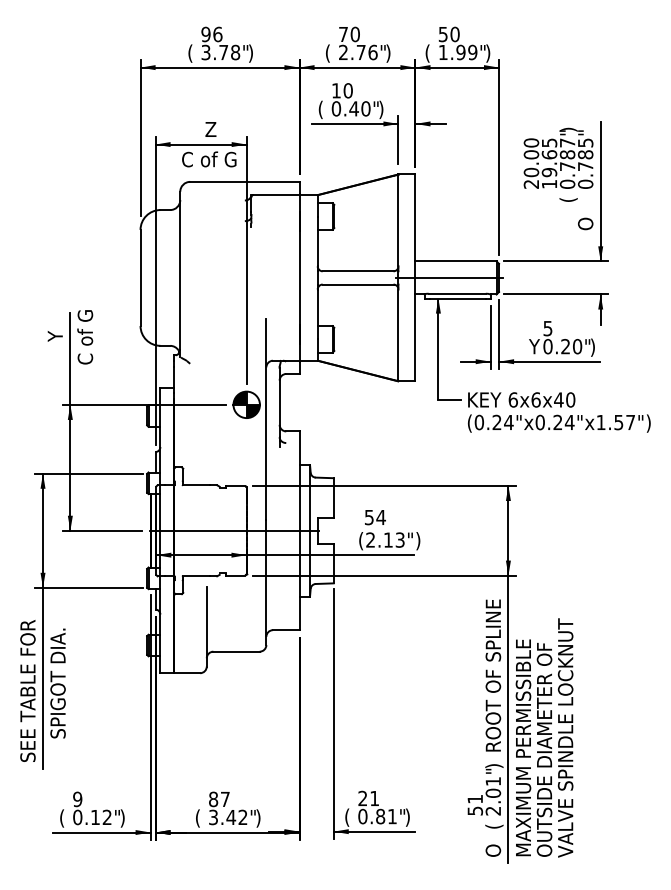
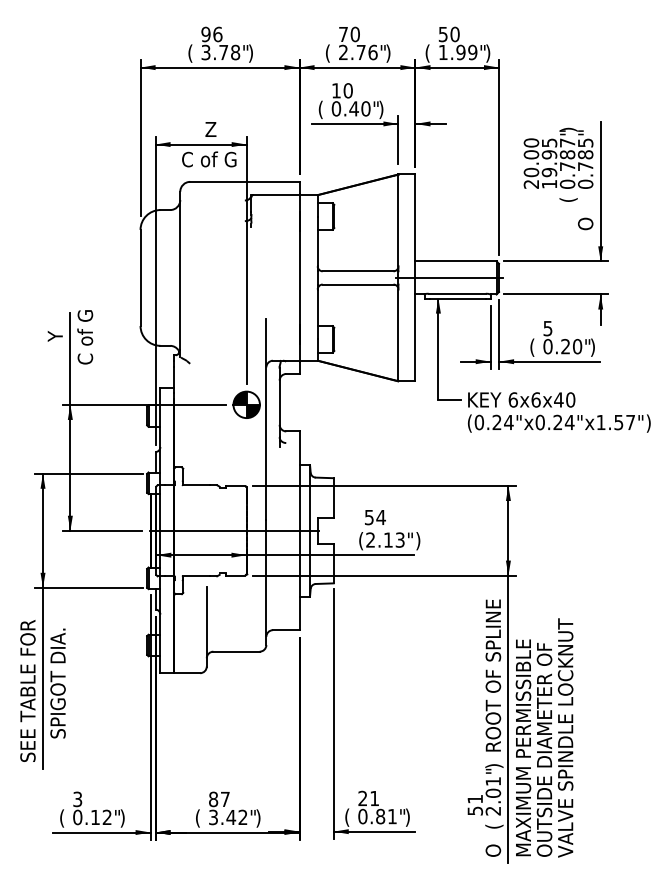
text at (549, 154): 19.65 -> 19.95
text at (534, 347): Y -> (
text at (77, 798): 9 -> 3
